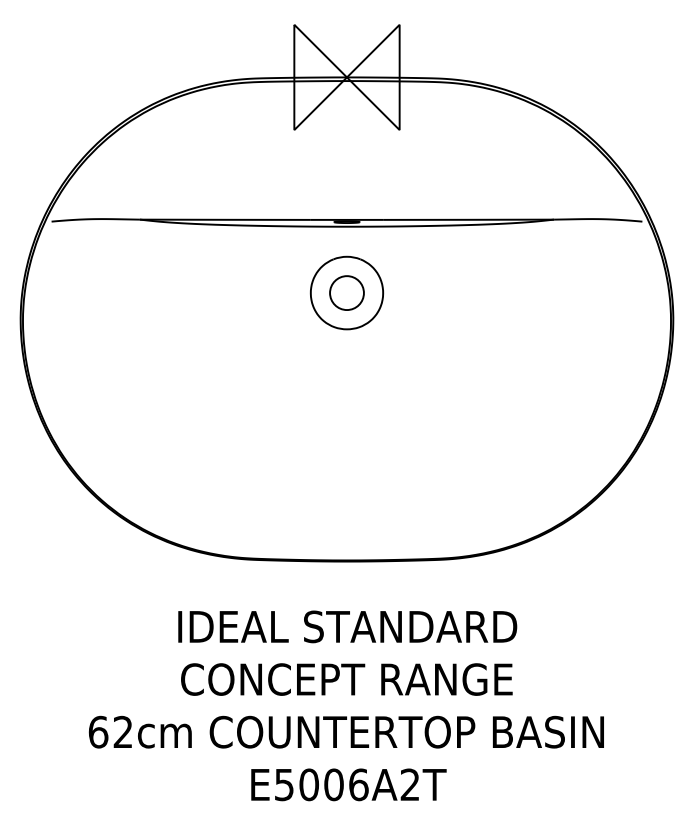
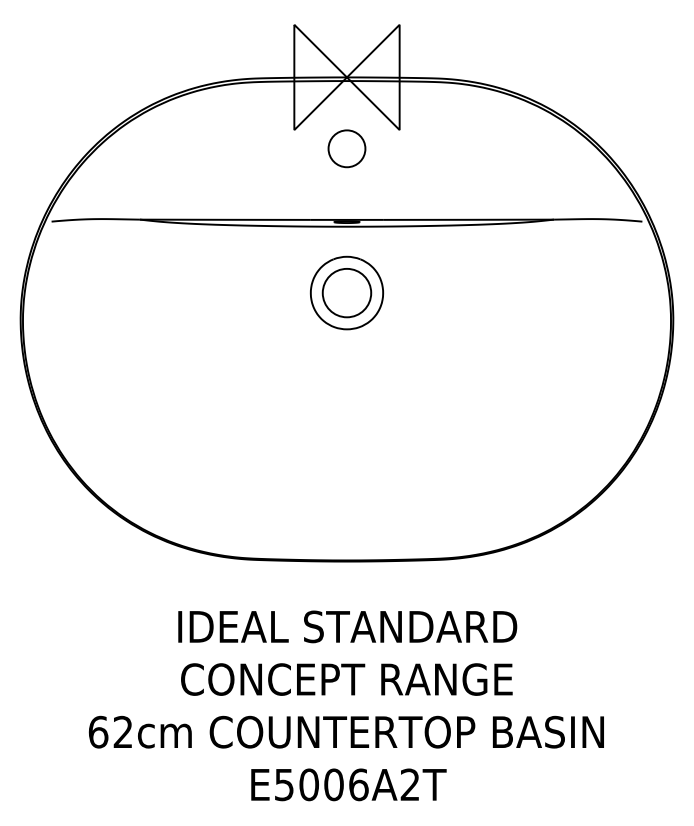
circle at (346, 148): none -> present
circle at (346, 293) diameter: 34 px -> 48 px
